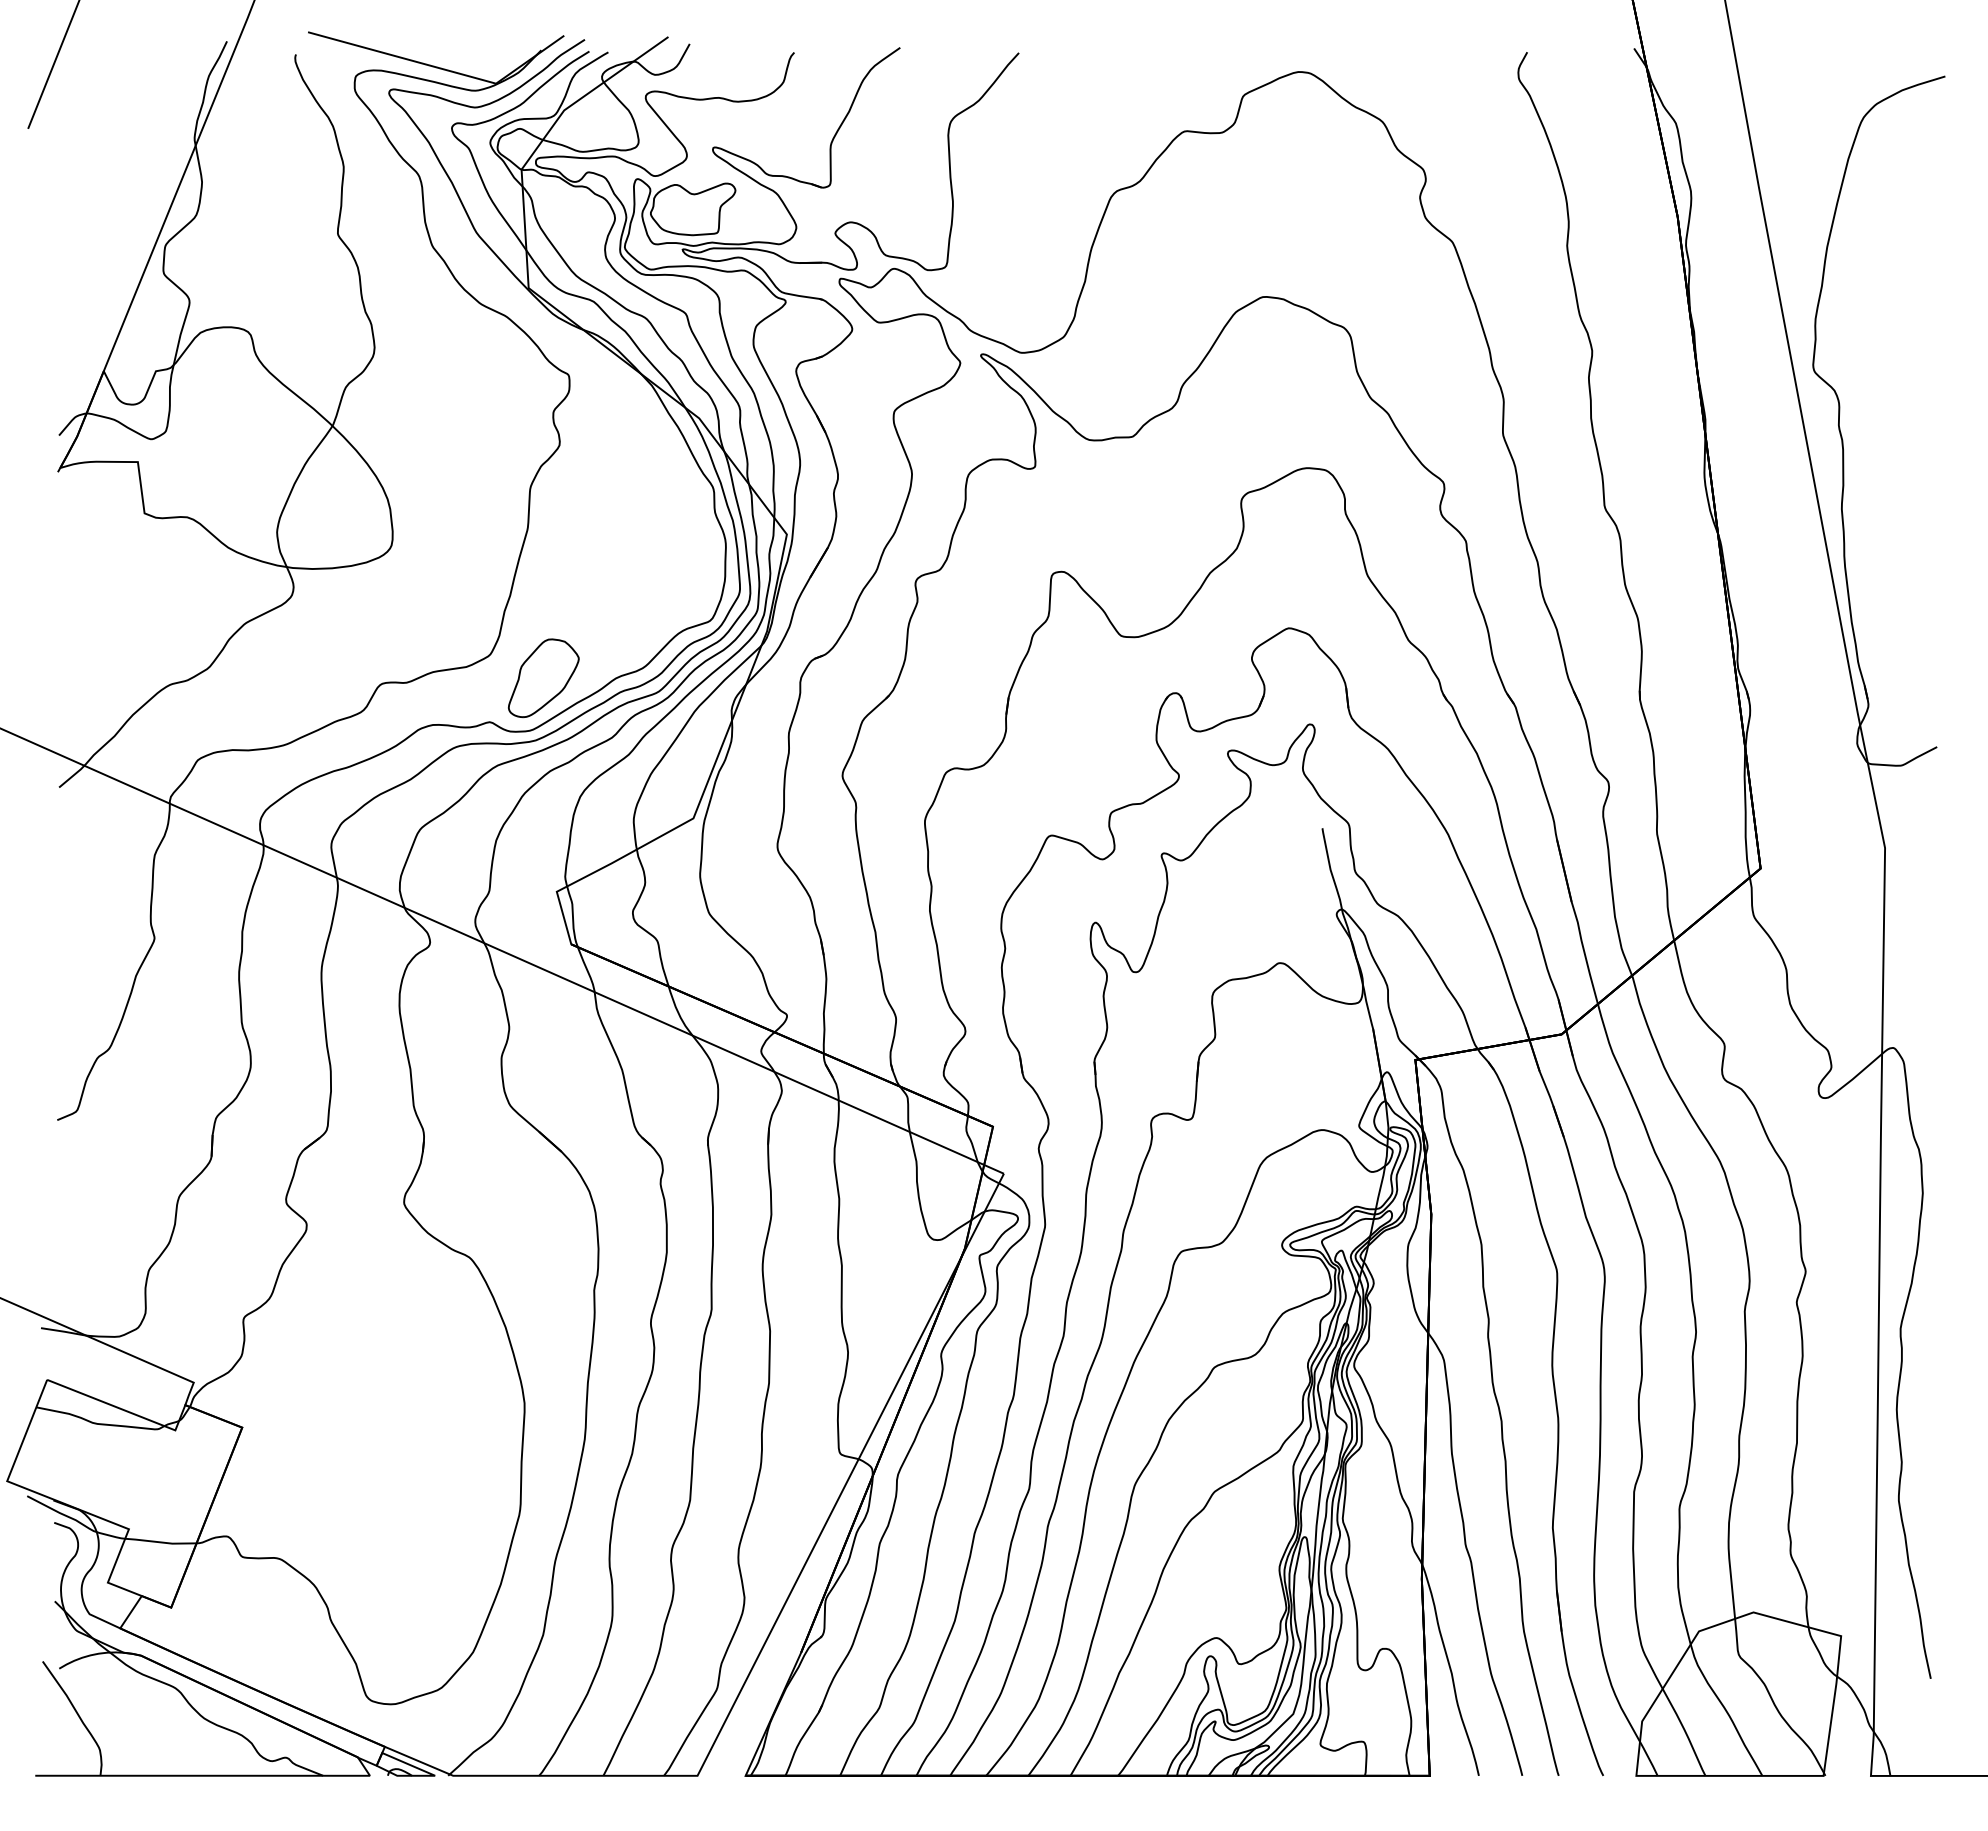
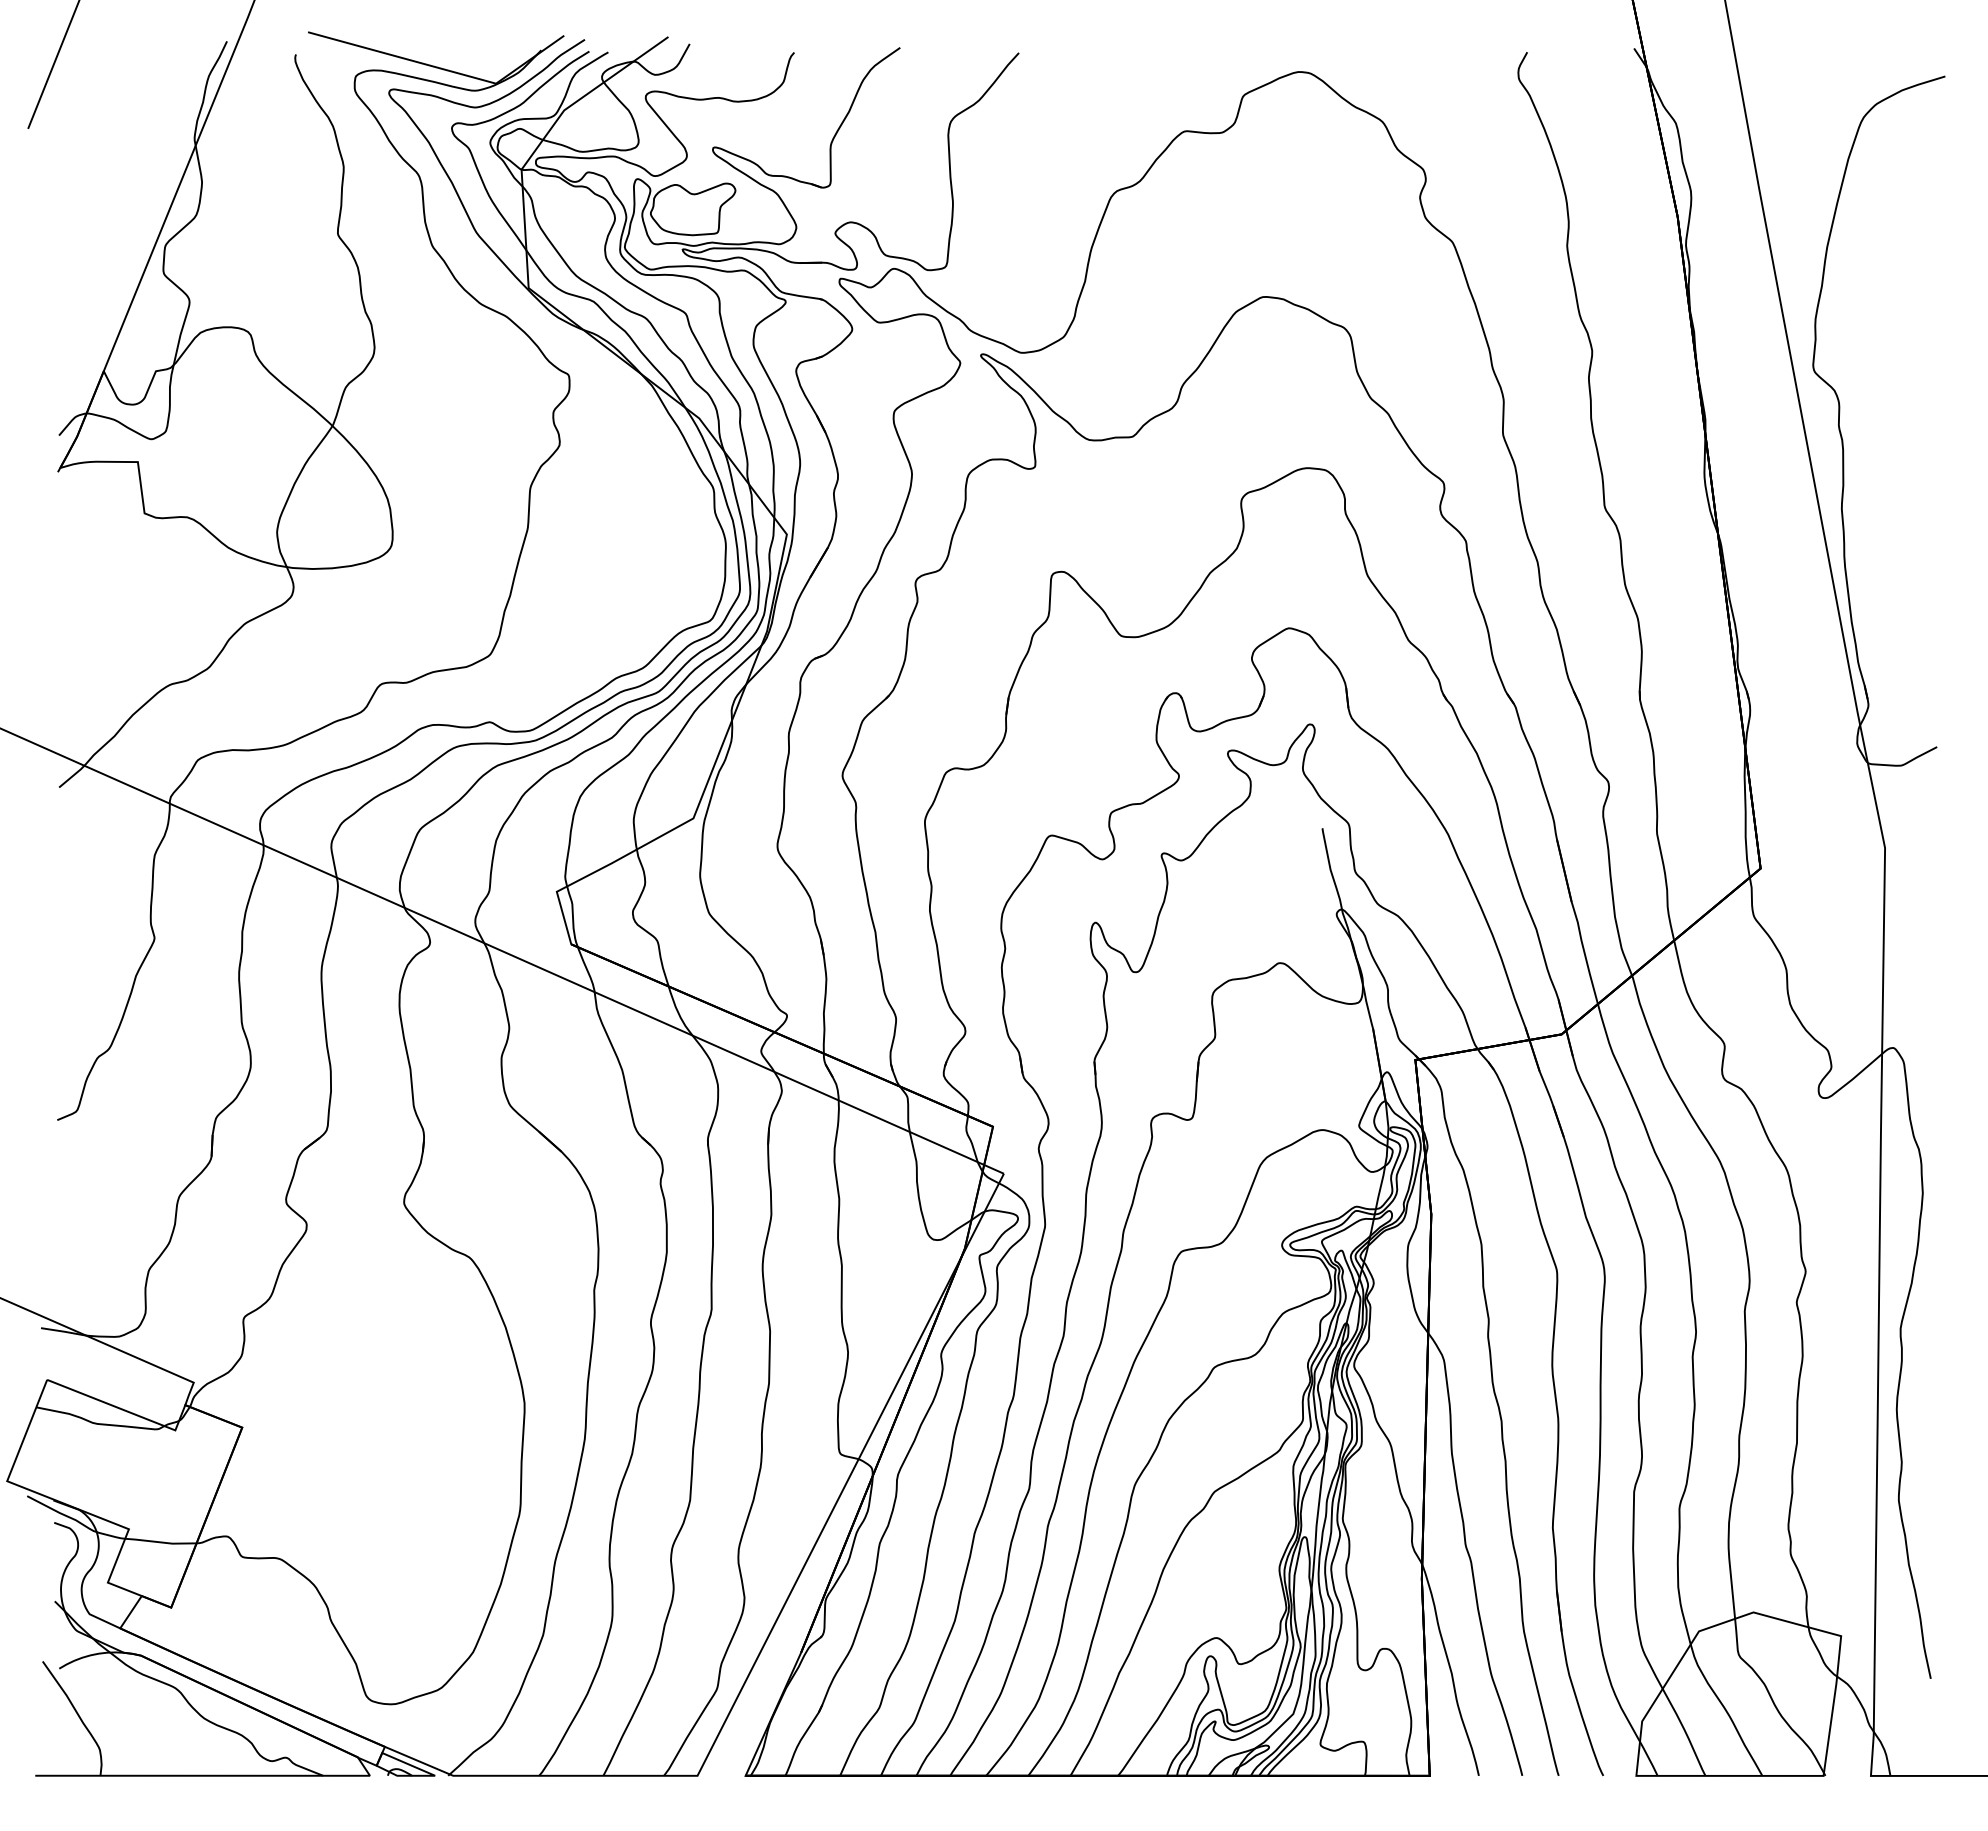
part at (543, 678): present -> none
